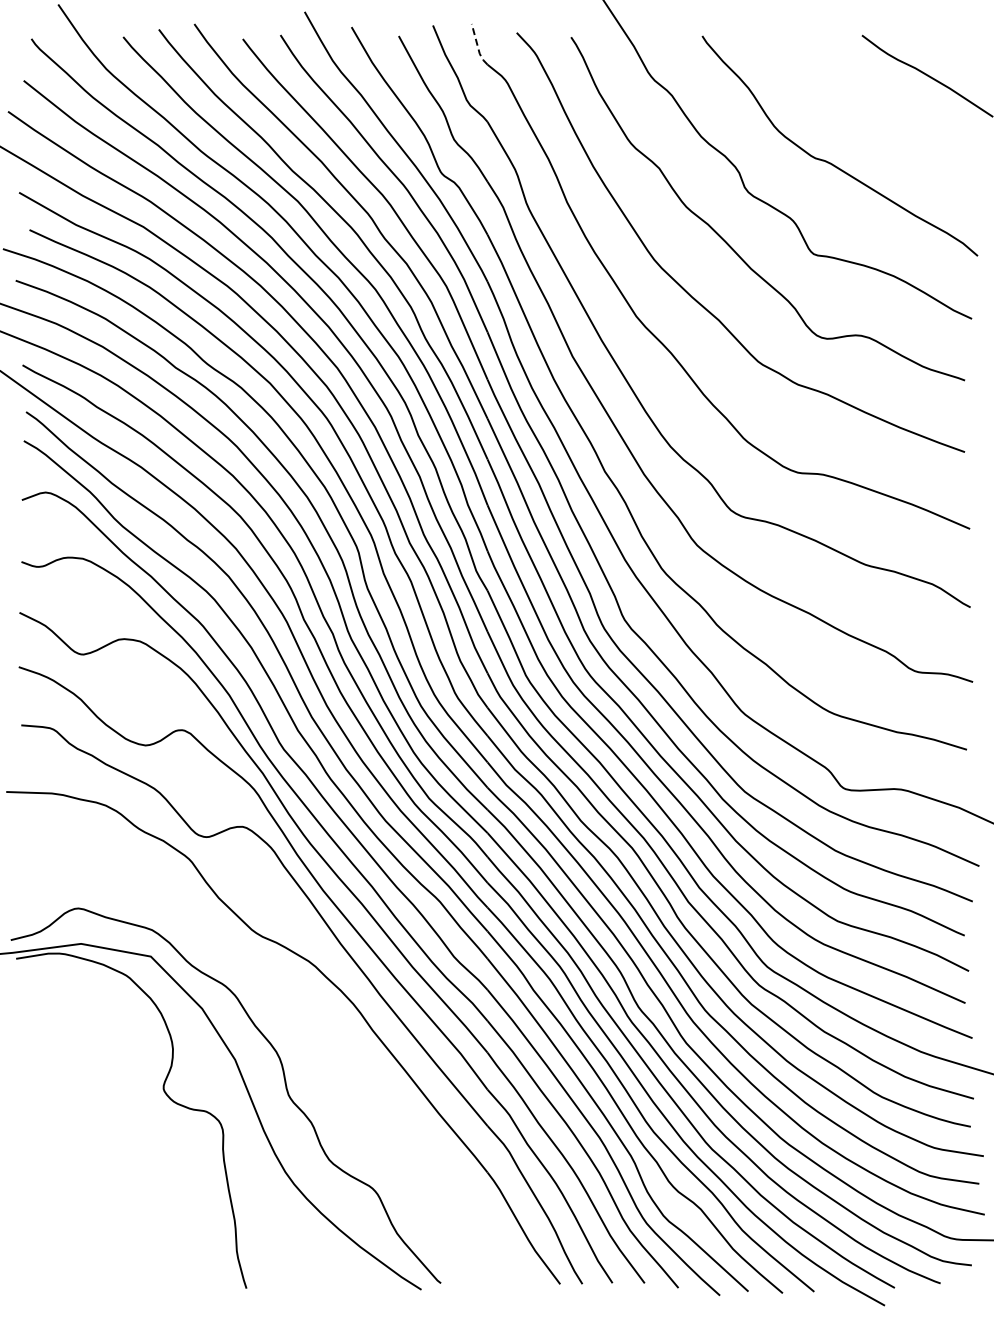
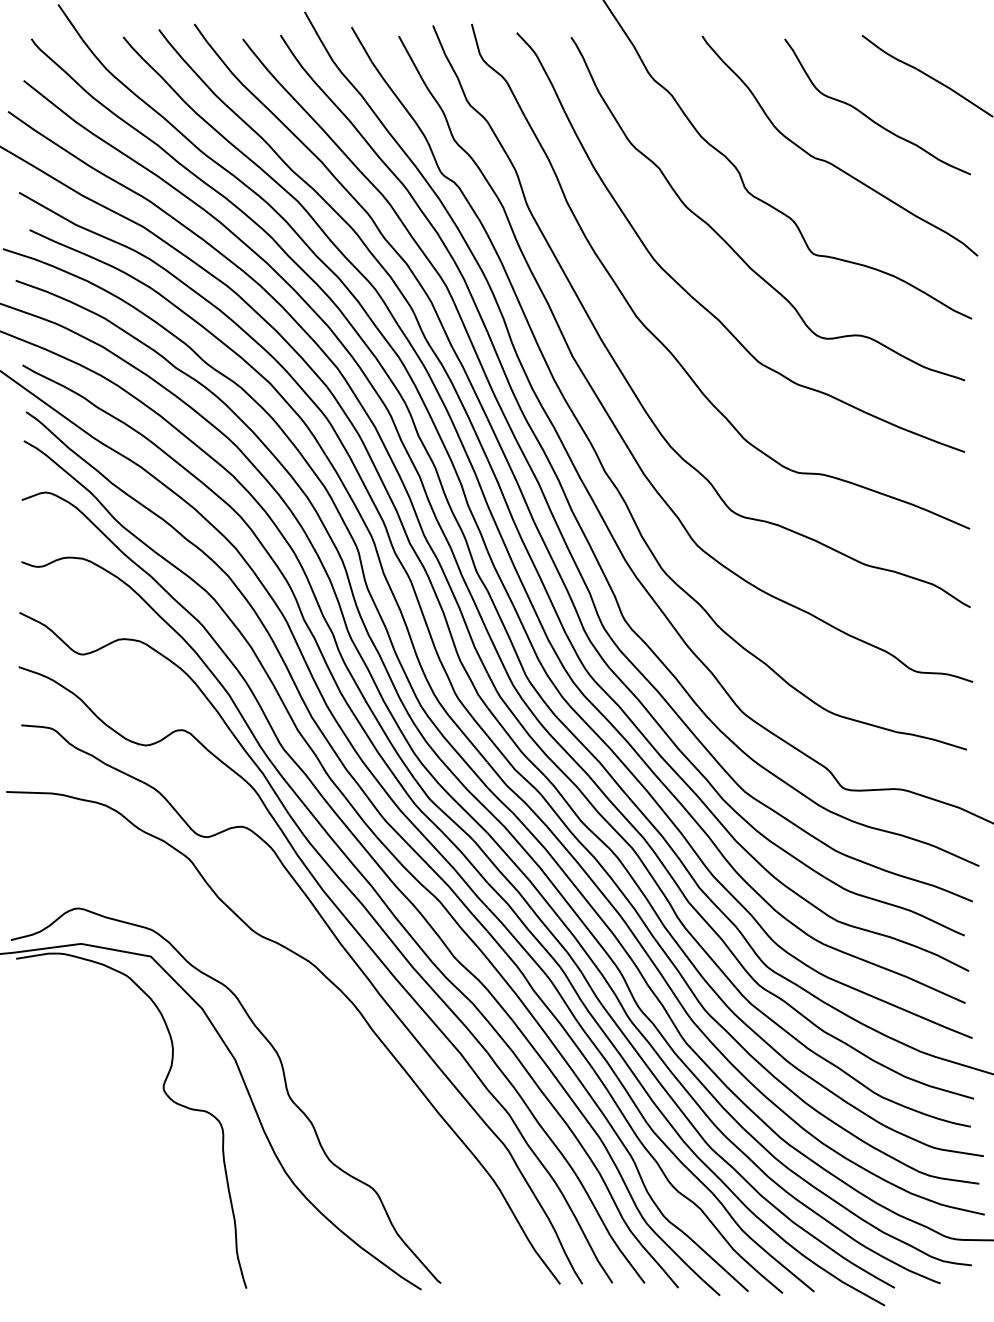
line at (477, 47): dashed -> solid
curve at (871, 118): none -> present
